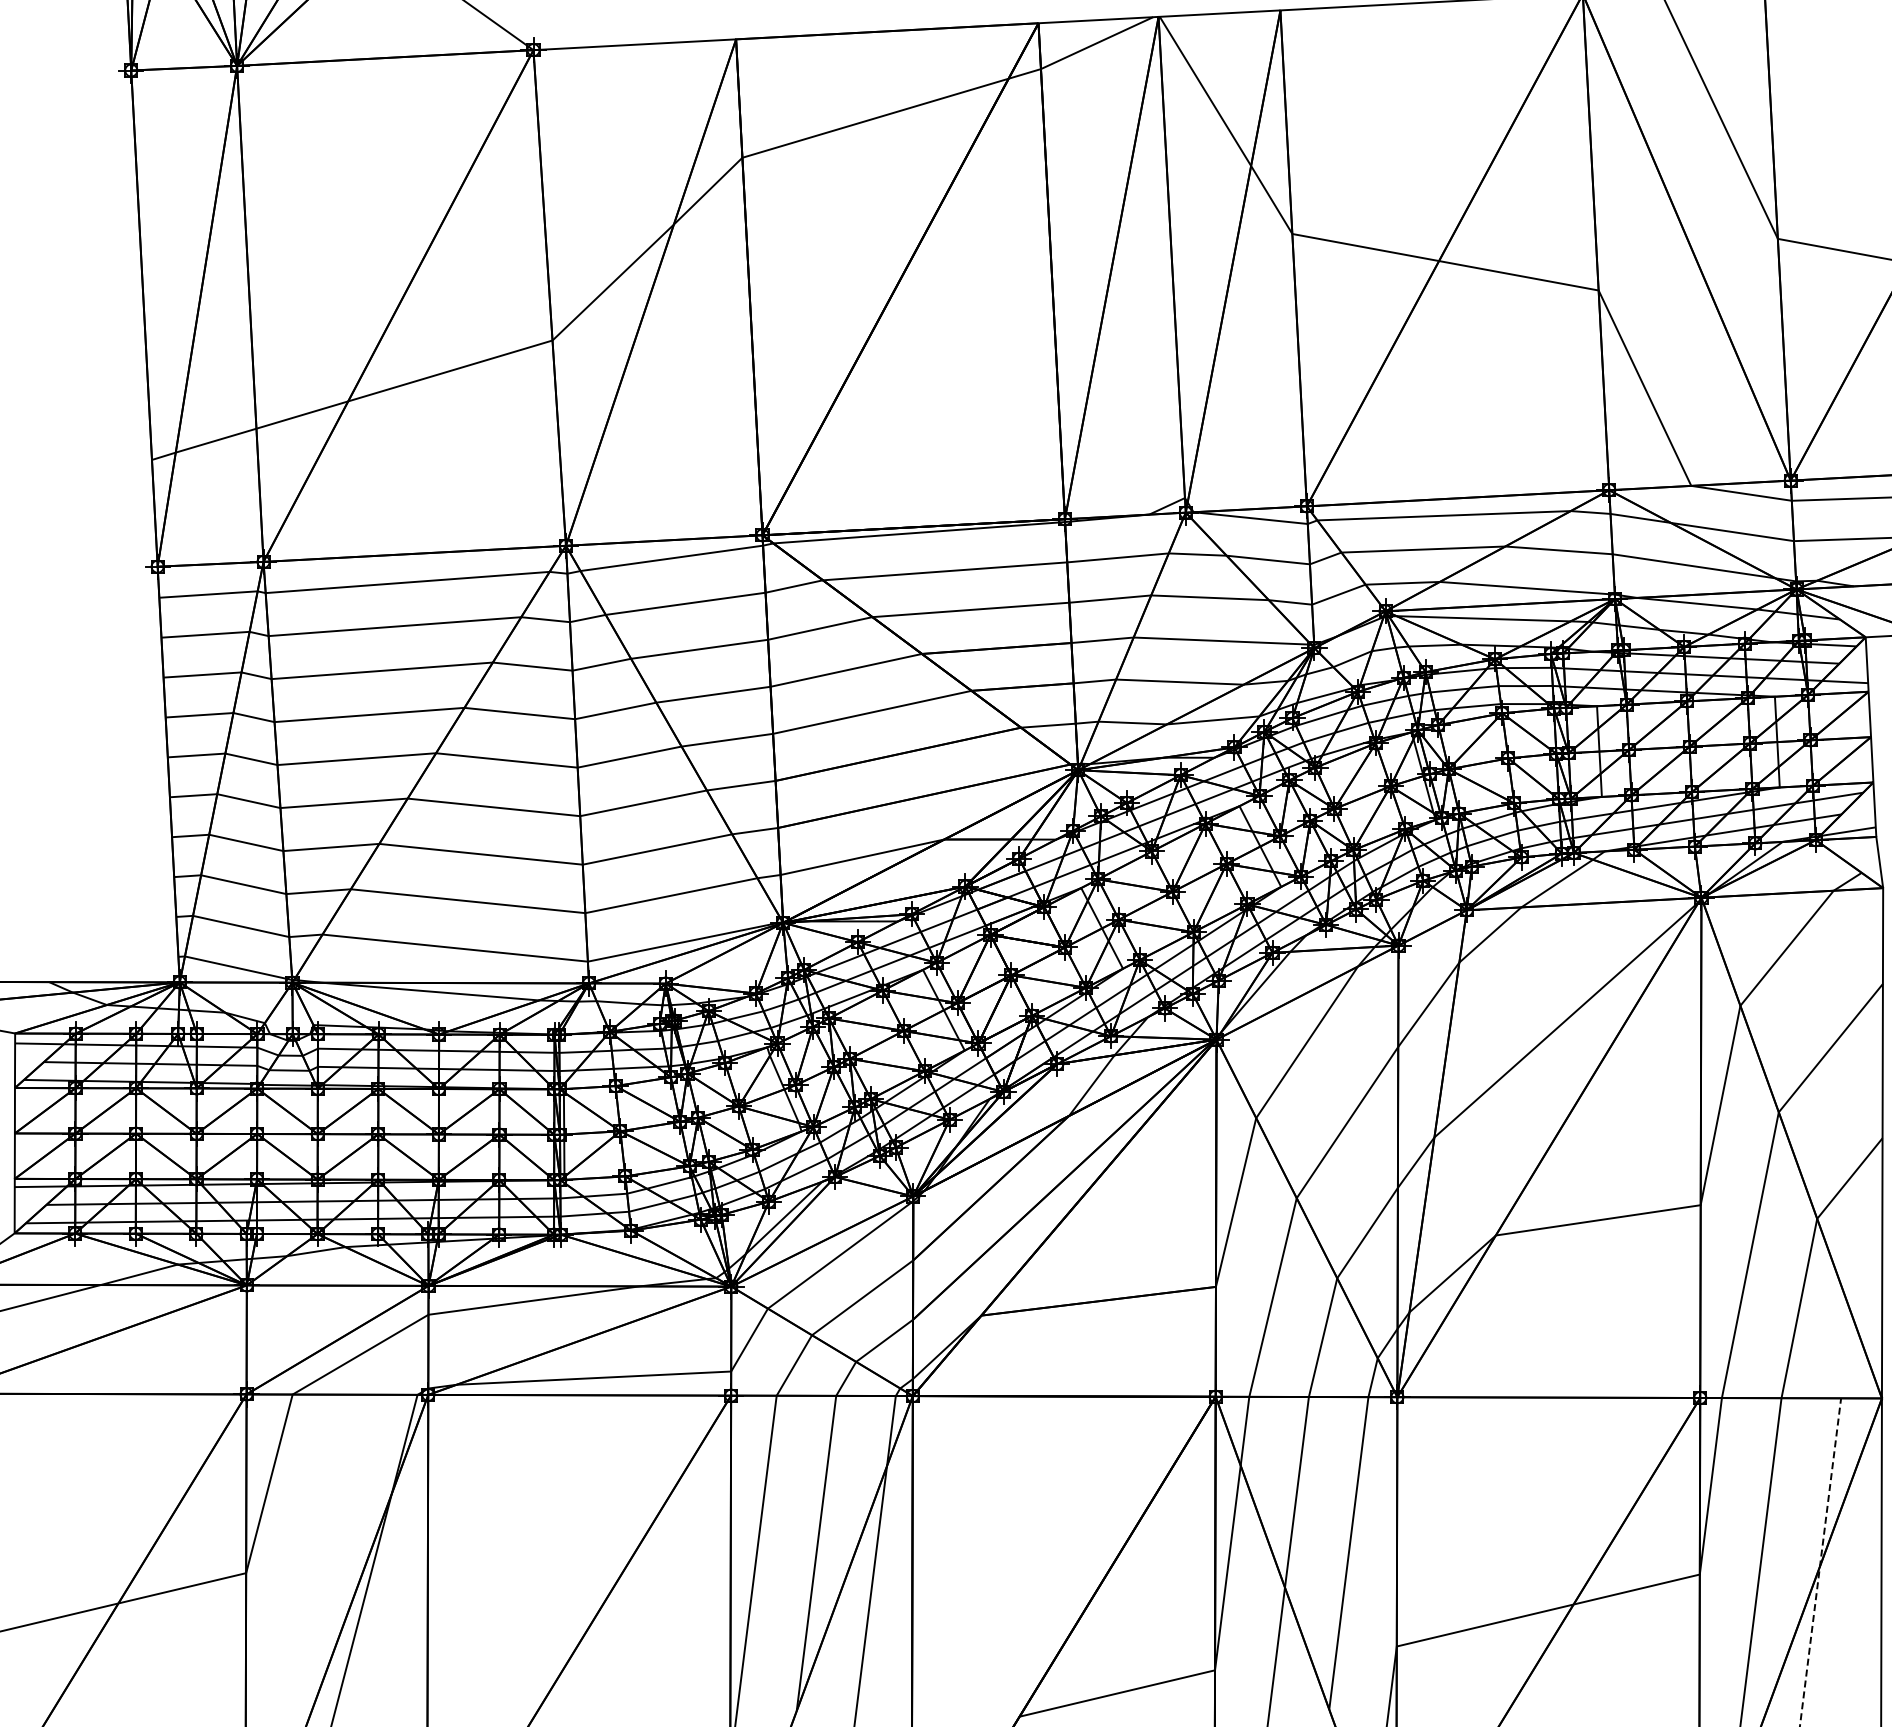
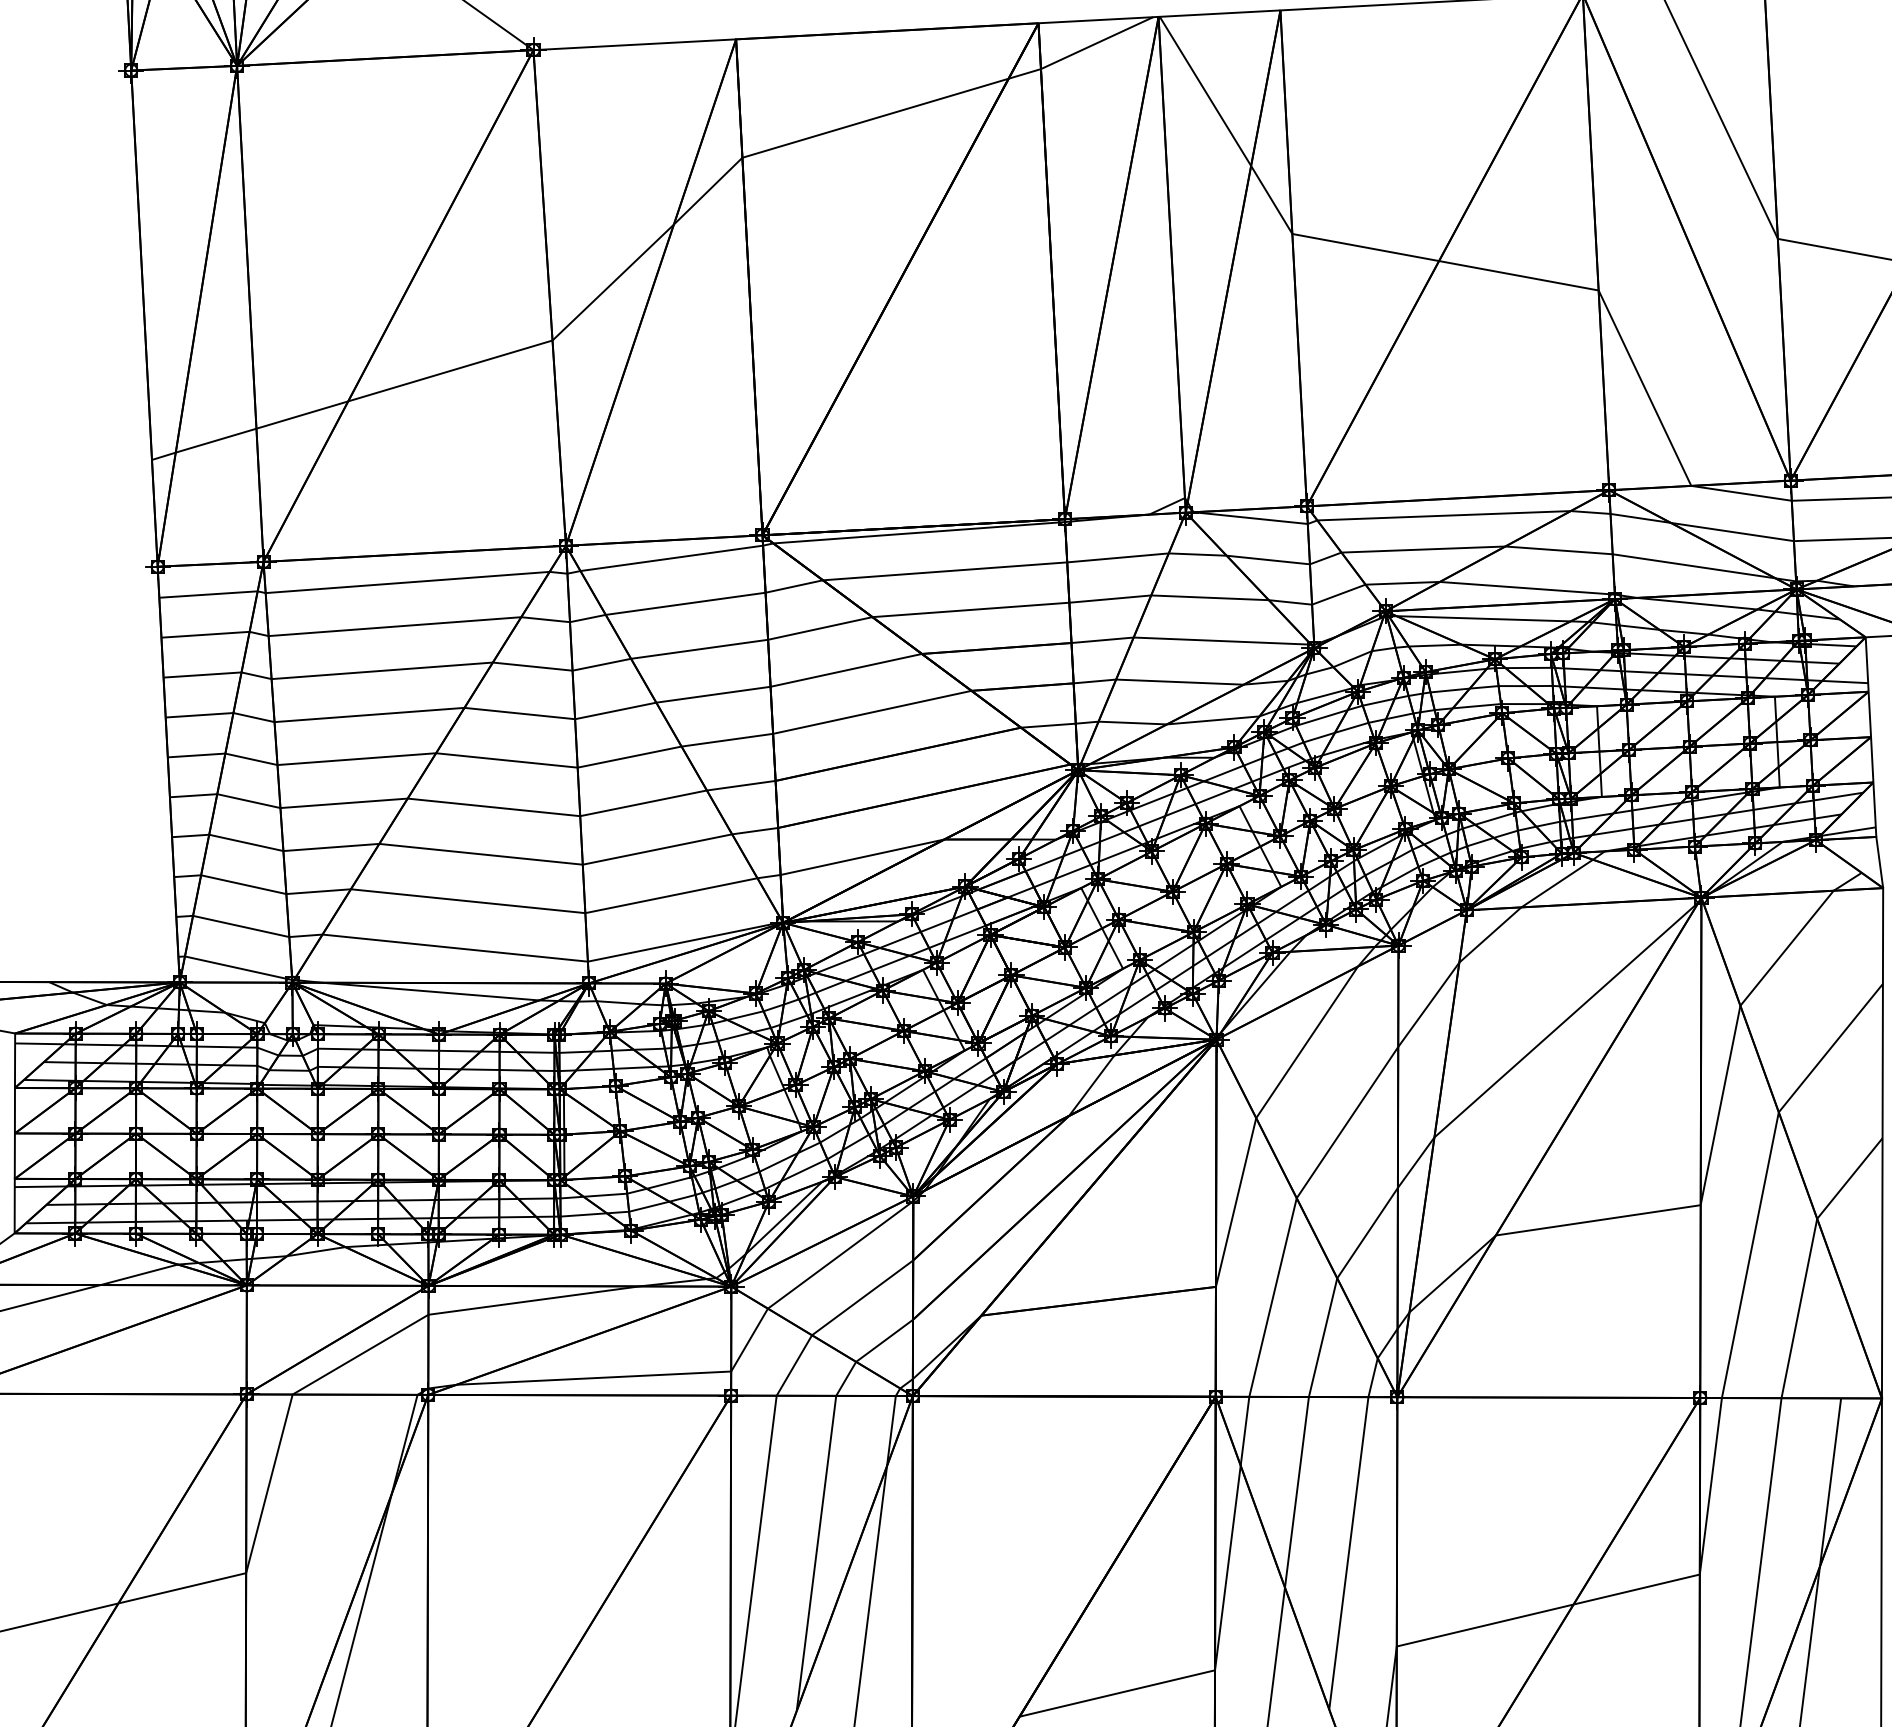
line at (1820, 1562): dashed -> solid
